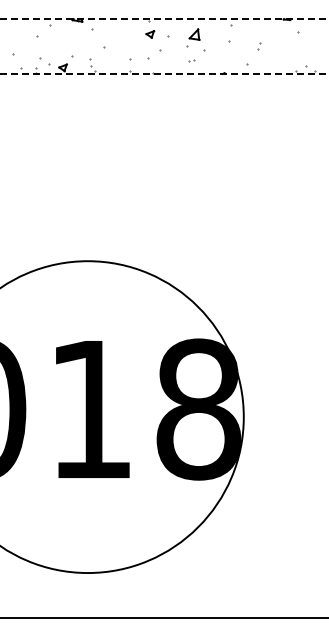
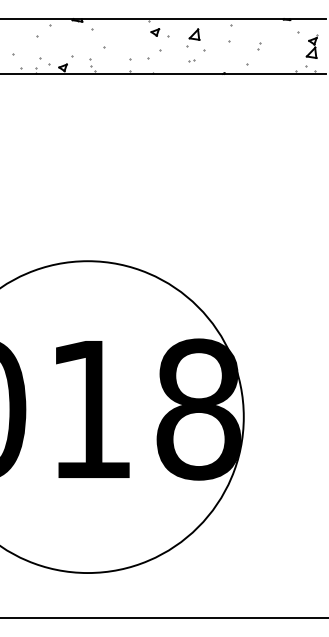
line at (162, 19): dashed -> solid
part at (150, 34) position: (150, 34) -> (155, 32)
part at (311, 46): none -> present
line at (162, 73): dashed -> solid
